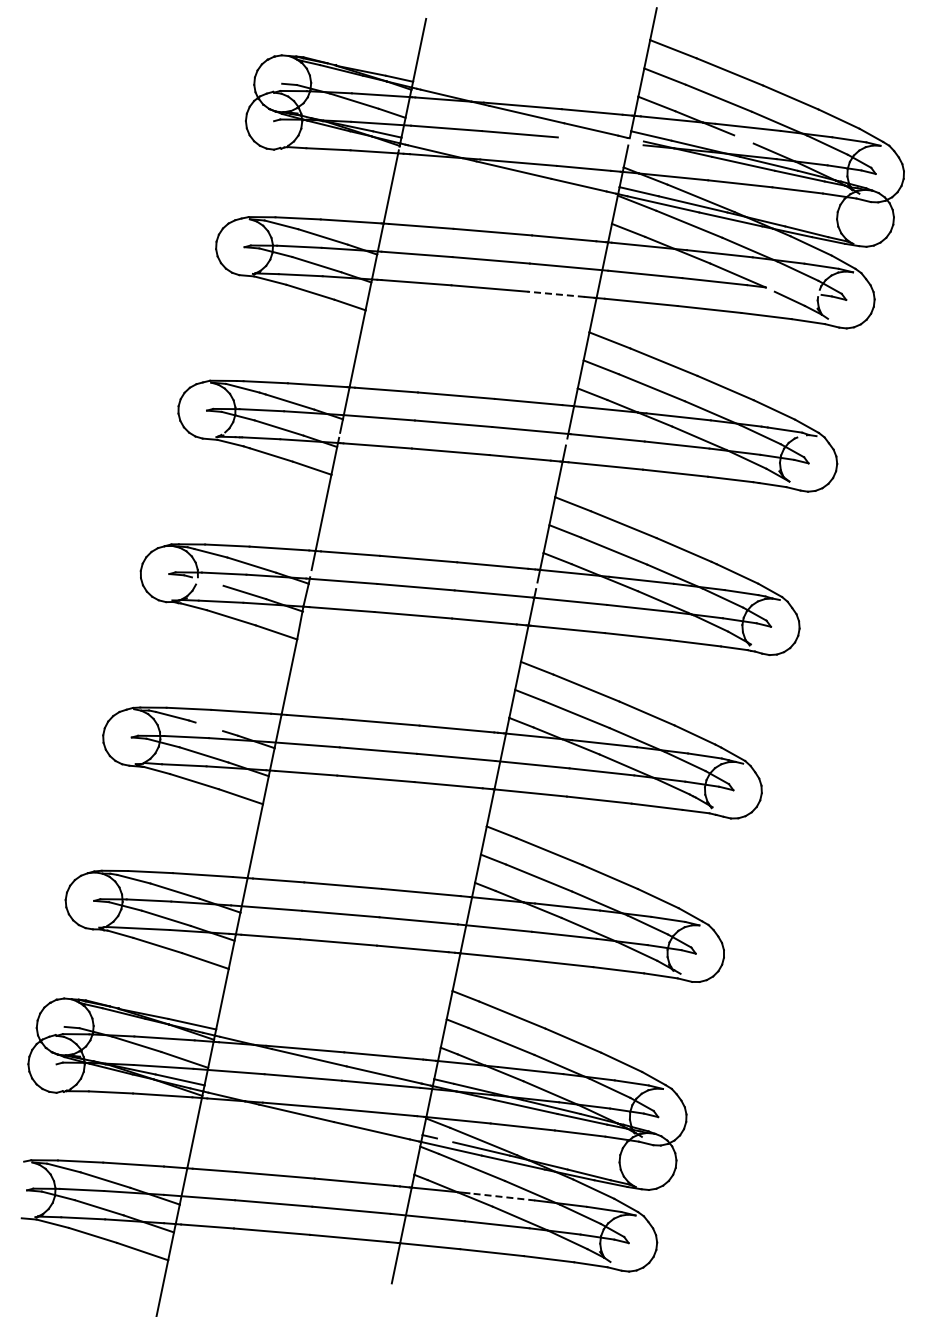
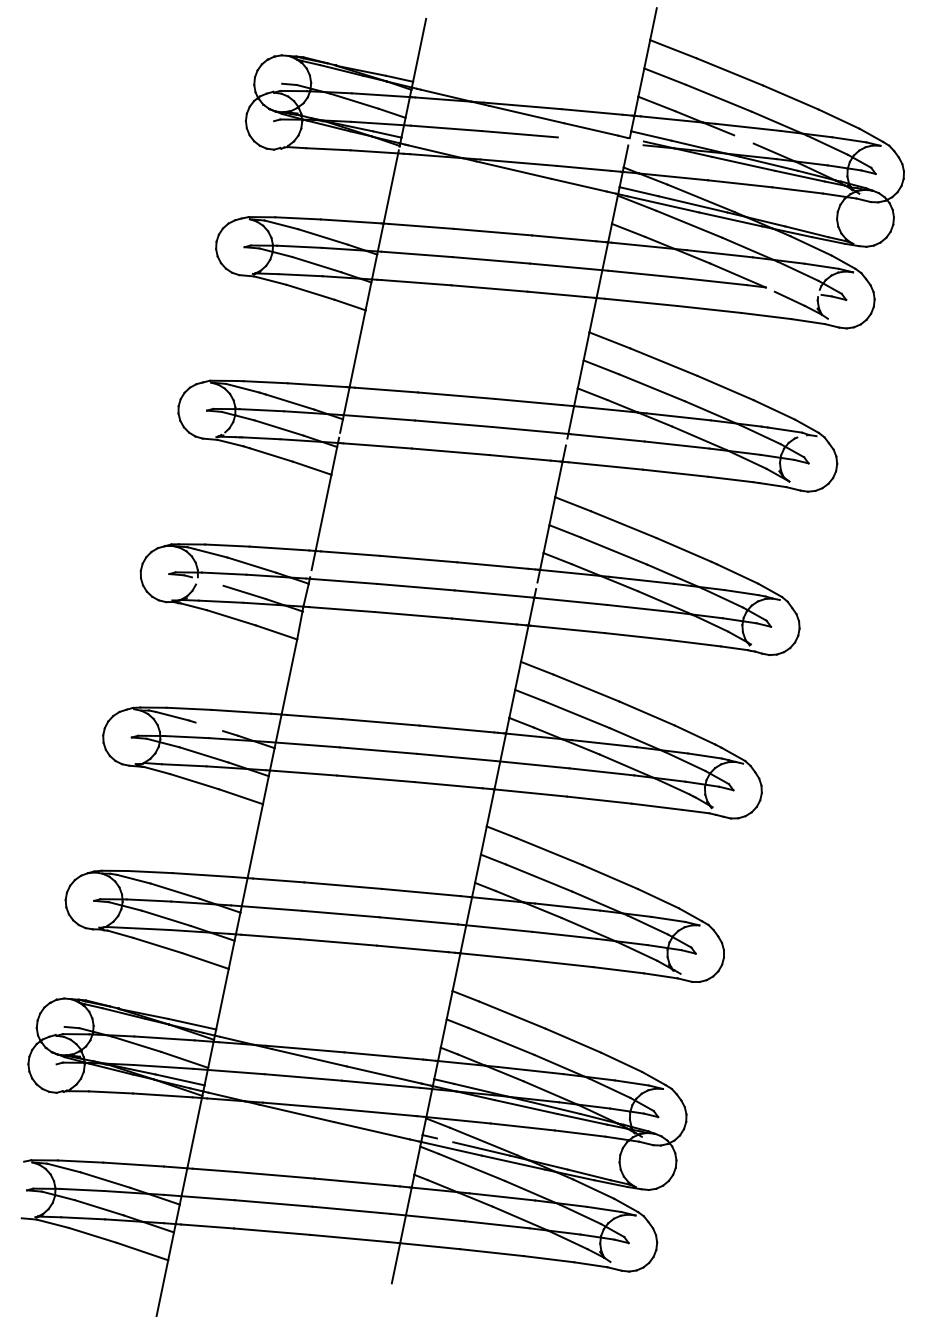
line at (556, 294): dashed -> solid
line at (501, 1196): dashed -> solid
